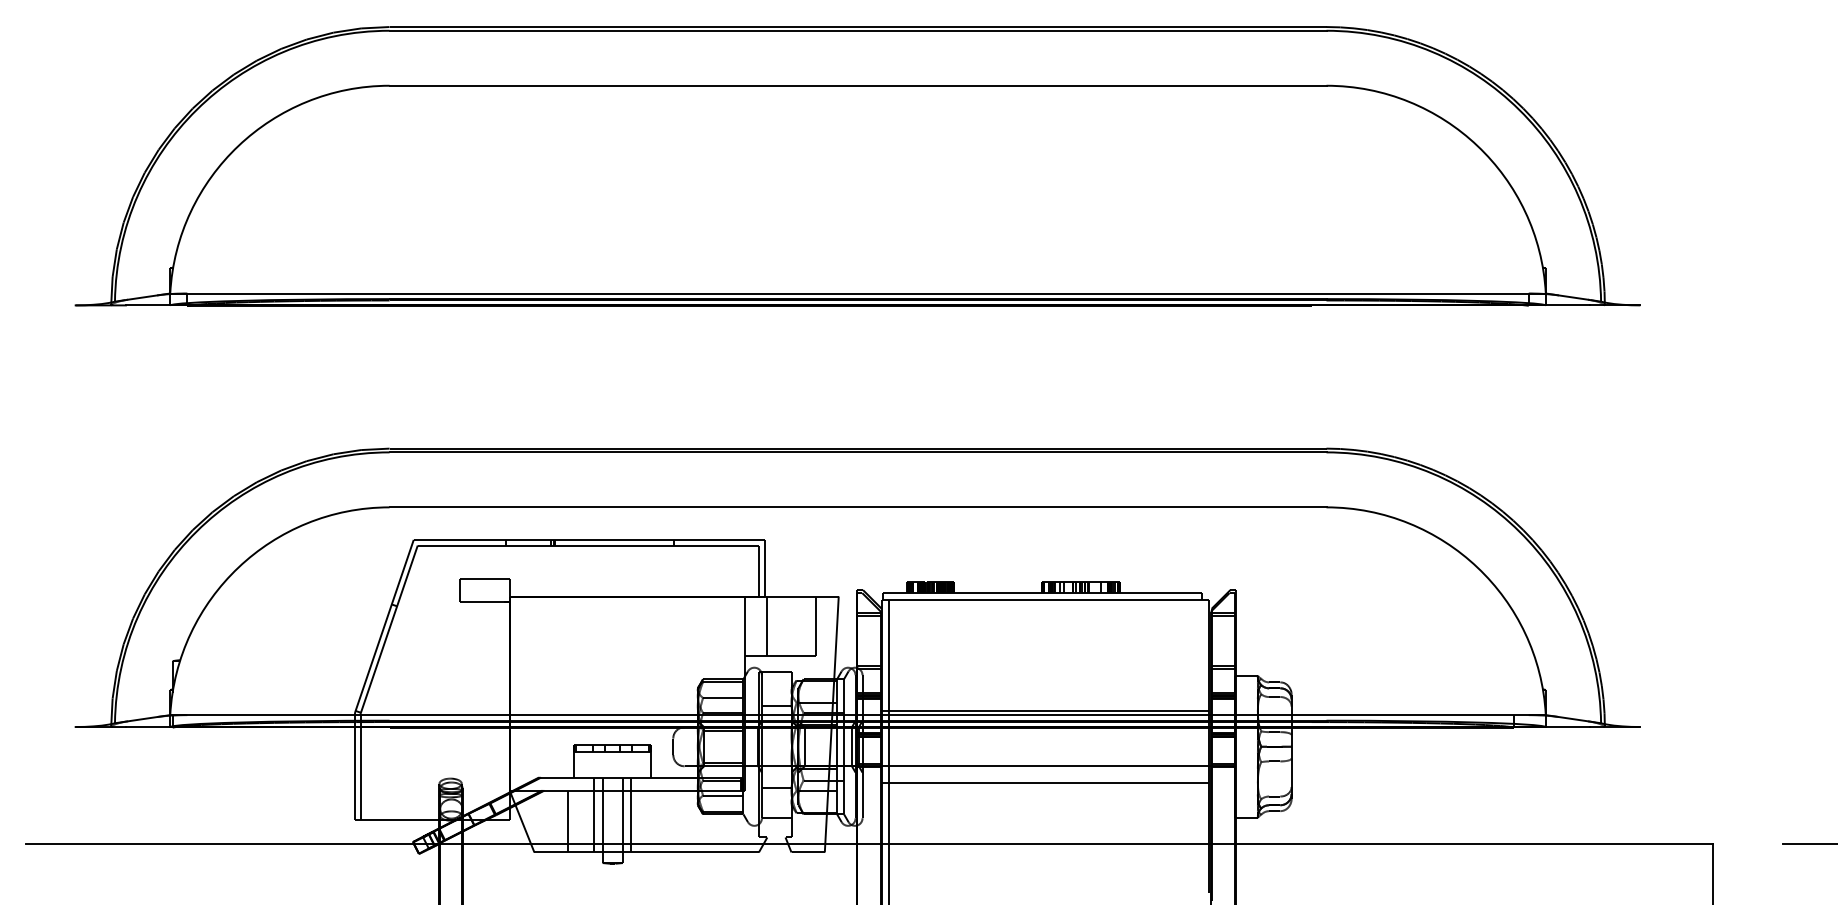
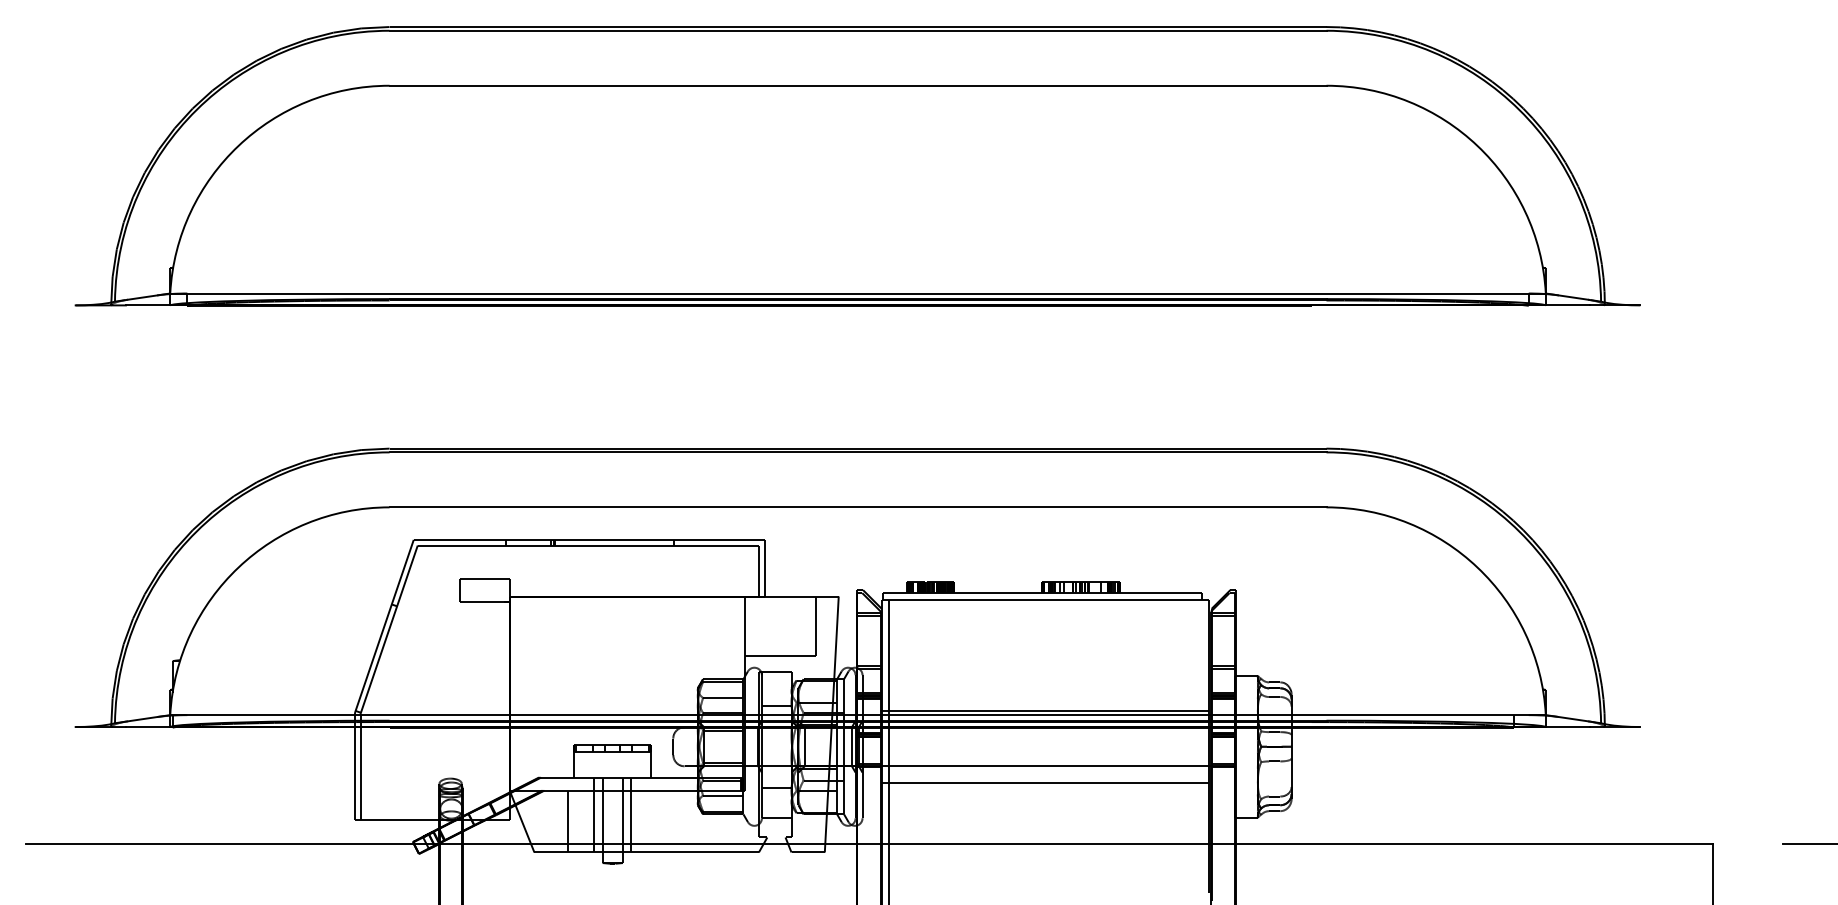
line at (767, 626): present -> none
